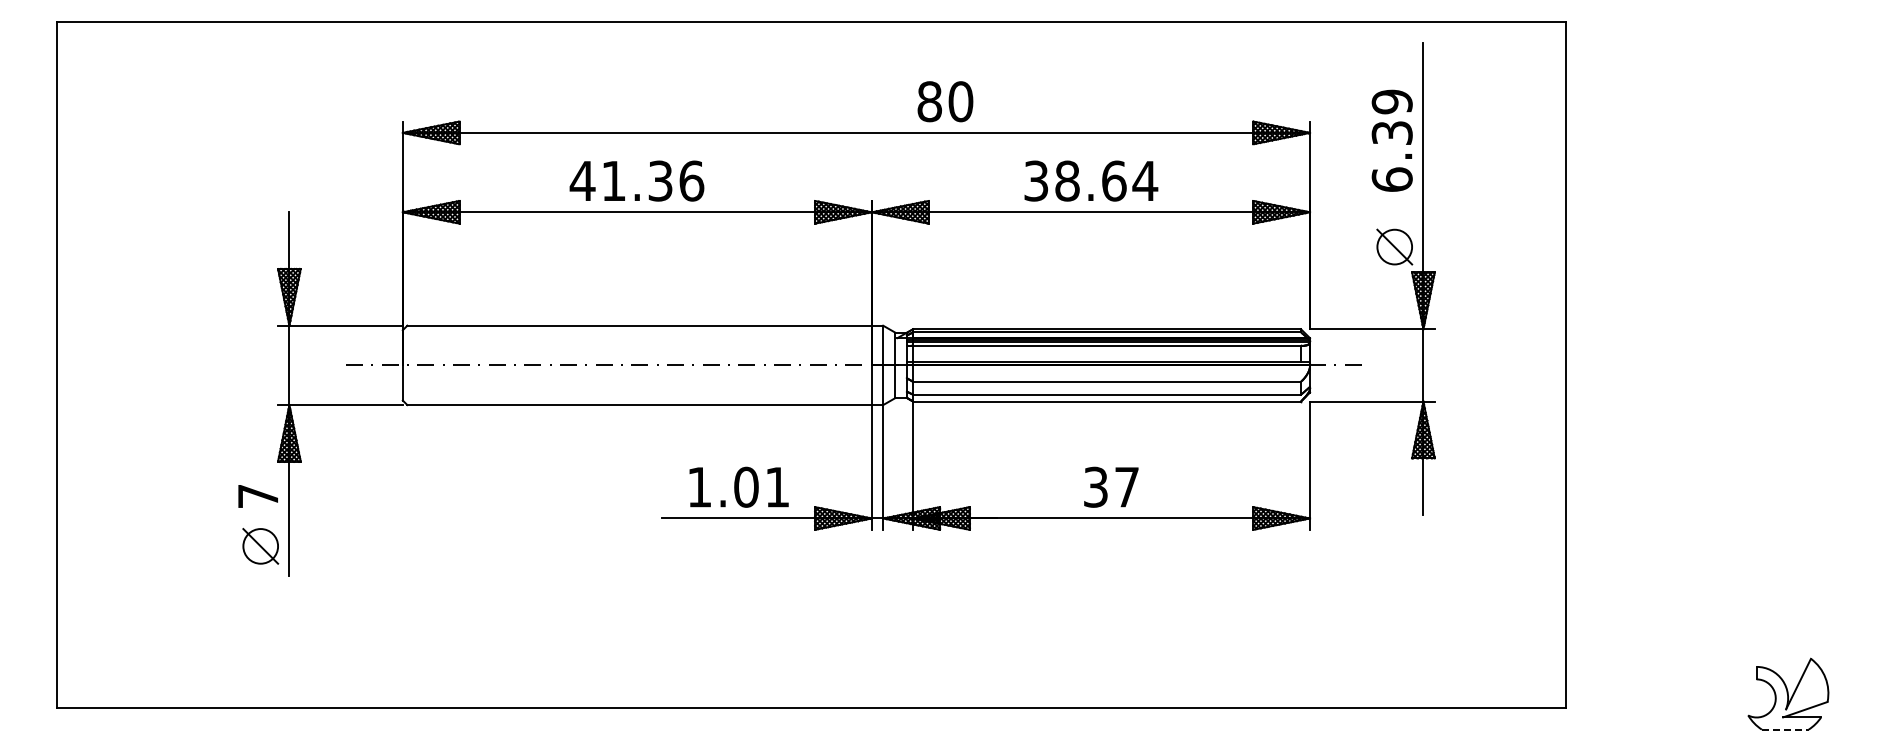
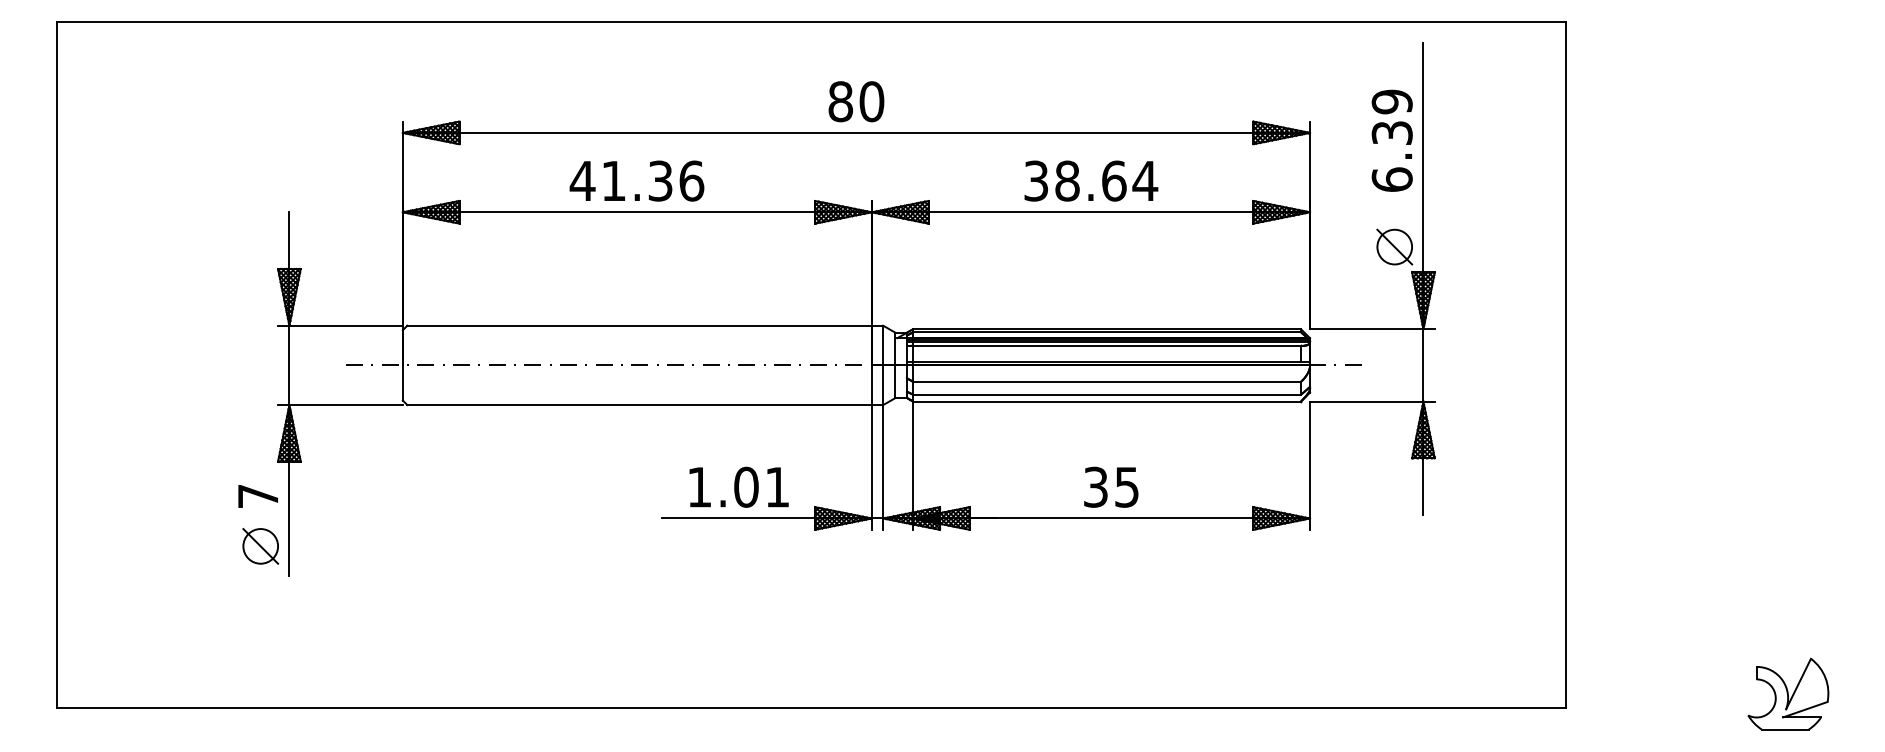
text at (945, 101) position: (945, 101) -> (856, 101)
text at (1126, 487): 37 -> 35
line at (1785, 729): dashed -> solid
